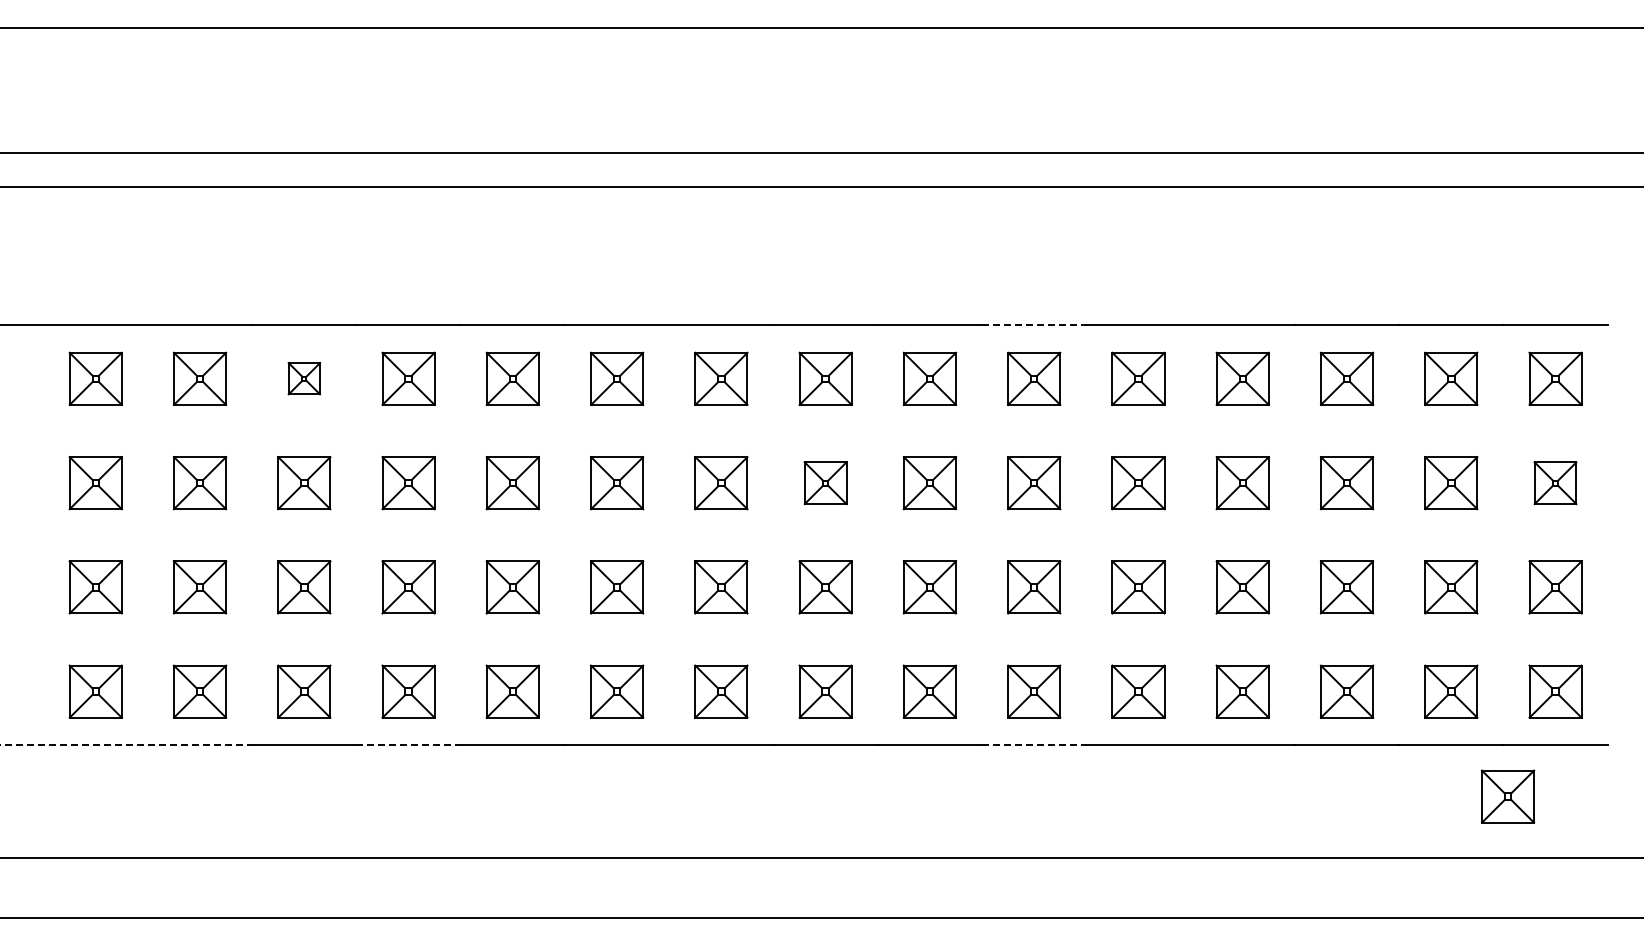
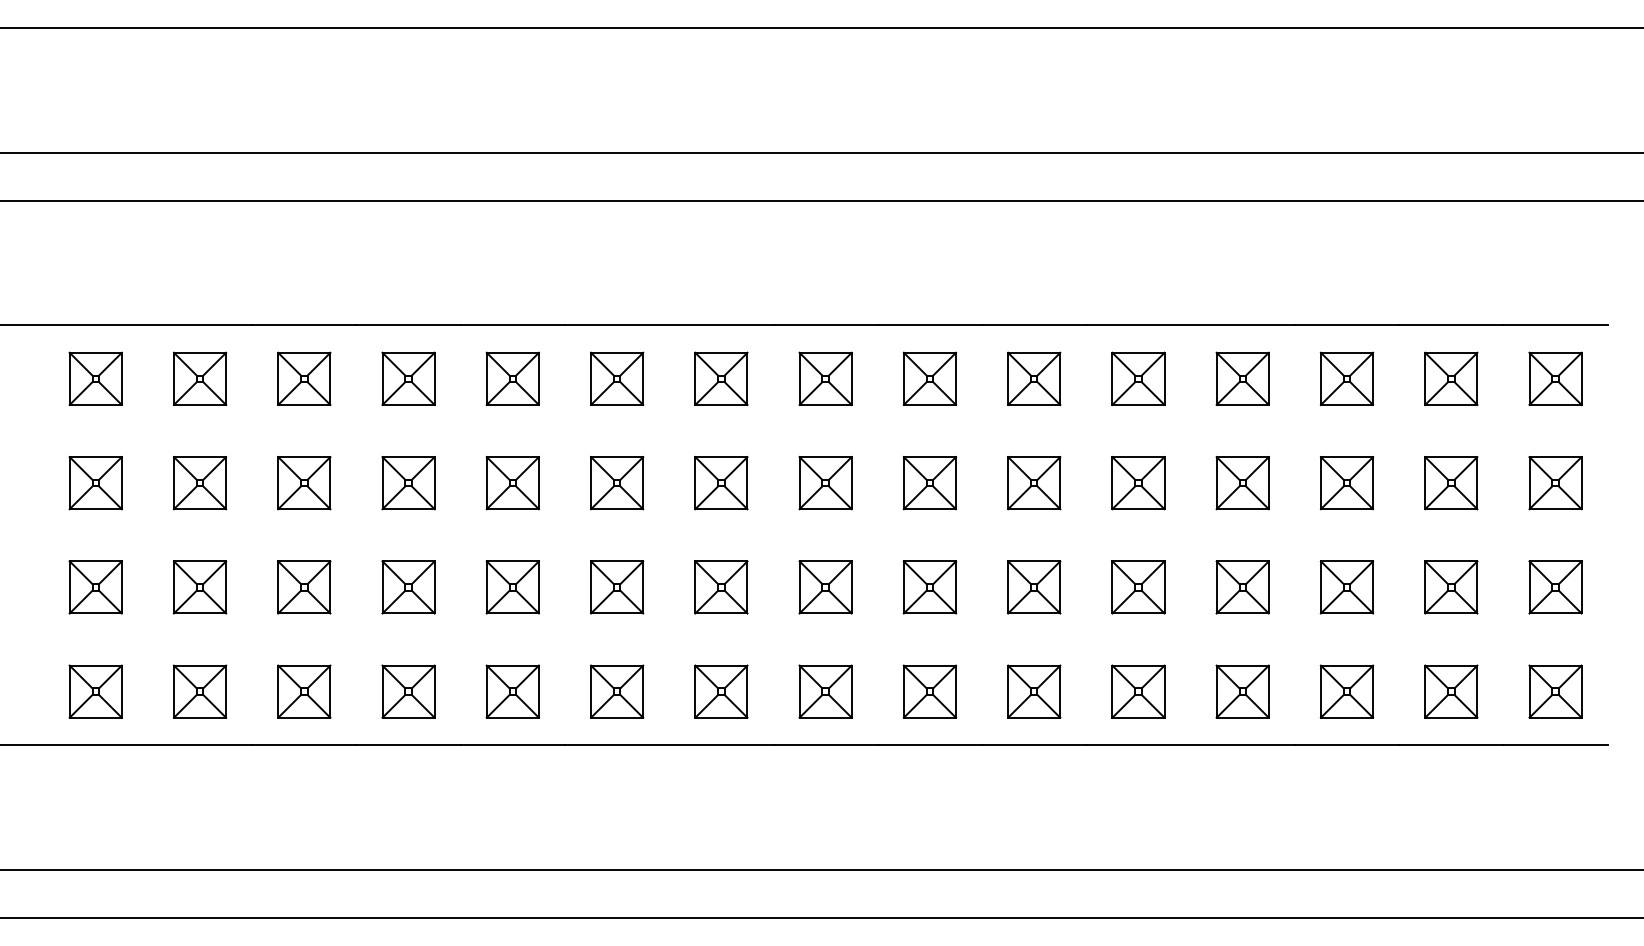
line at (821, 186) position: (821, 186) -> (821, 200)
line at (1034, 325): dashed -> solid
part at (304, 378) size: 35x34 px -> 55x55 px
part at (825, 483) size: 45x45 px -> 55x55 px
part at (1555, 483) size: 45x45 px -> 55x55 px
line at (126, 745): dashed -> solid
line at (409, 745): dashed -> solid
line at (1034, 745): dashed -> solid
part at (1507, 796): present -> none
line at (821, 857) position: (821, 857) -> (821, 869)
